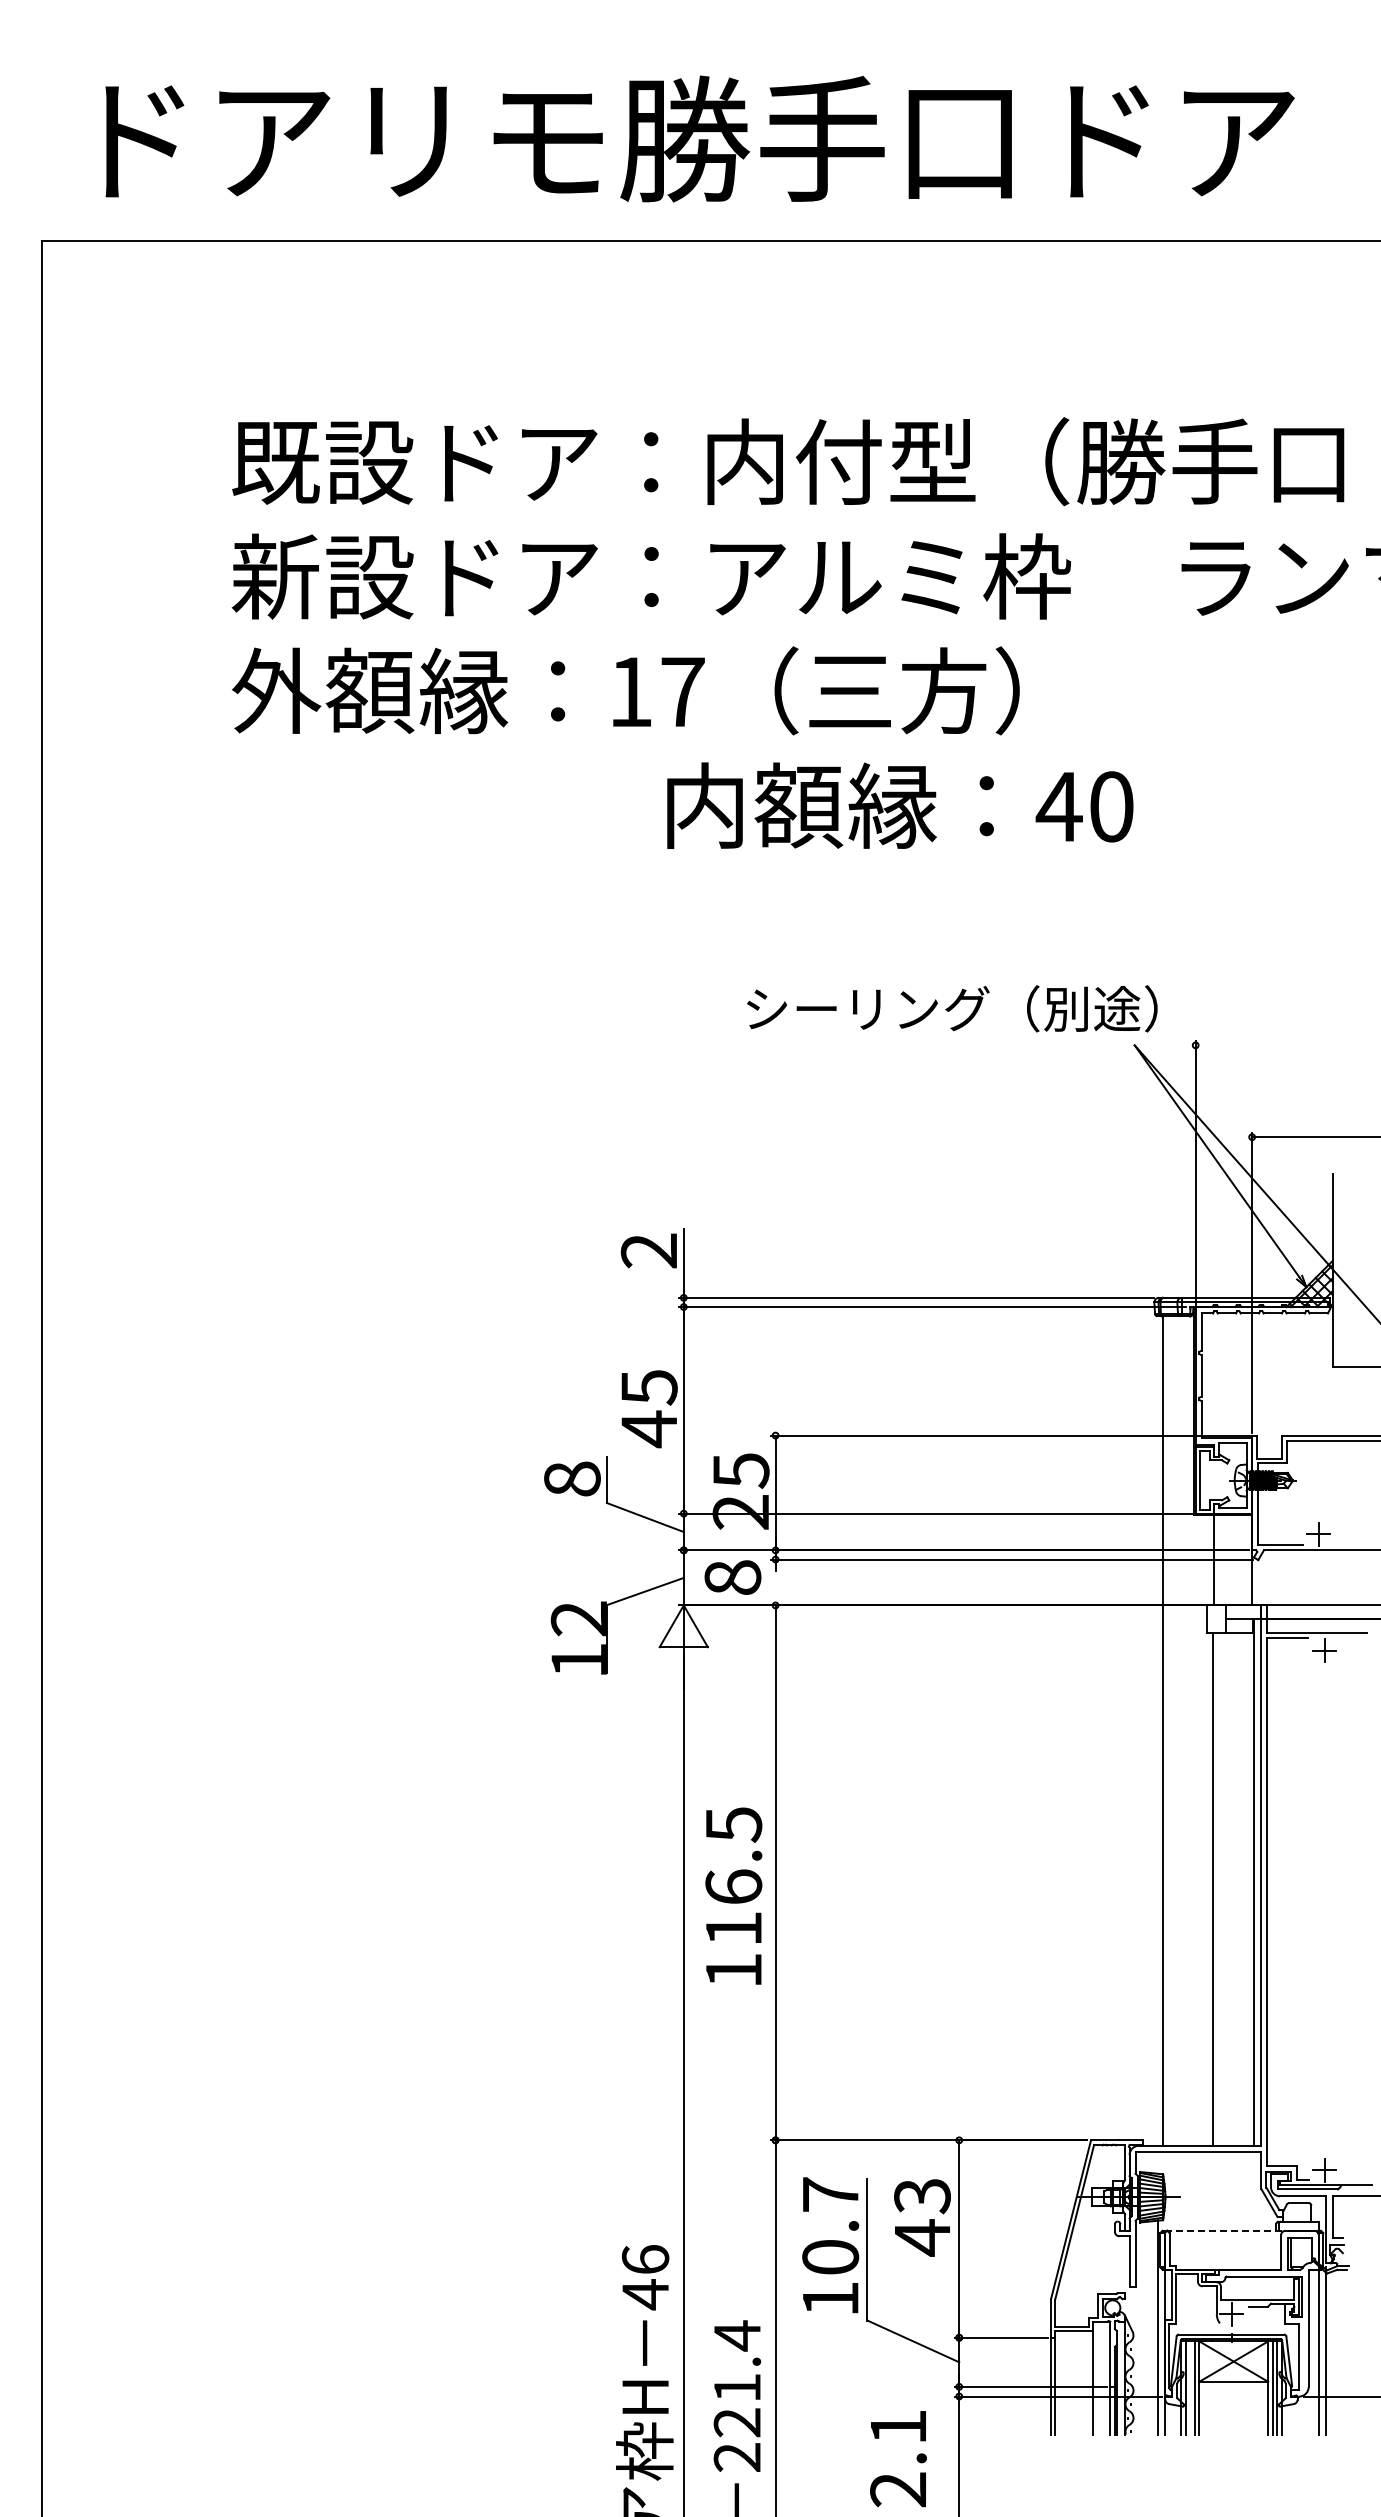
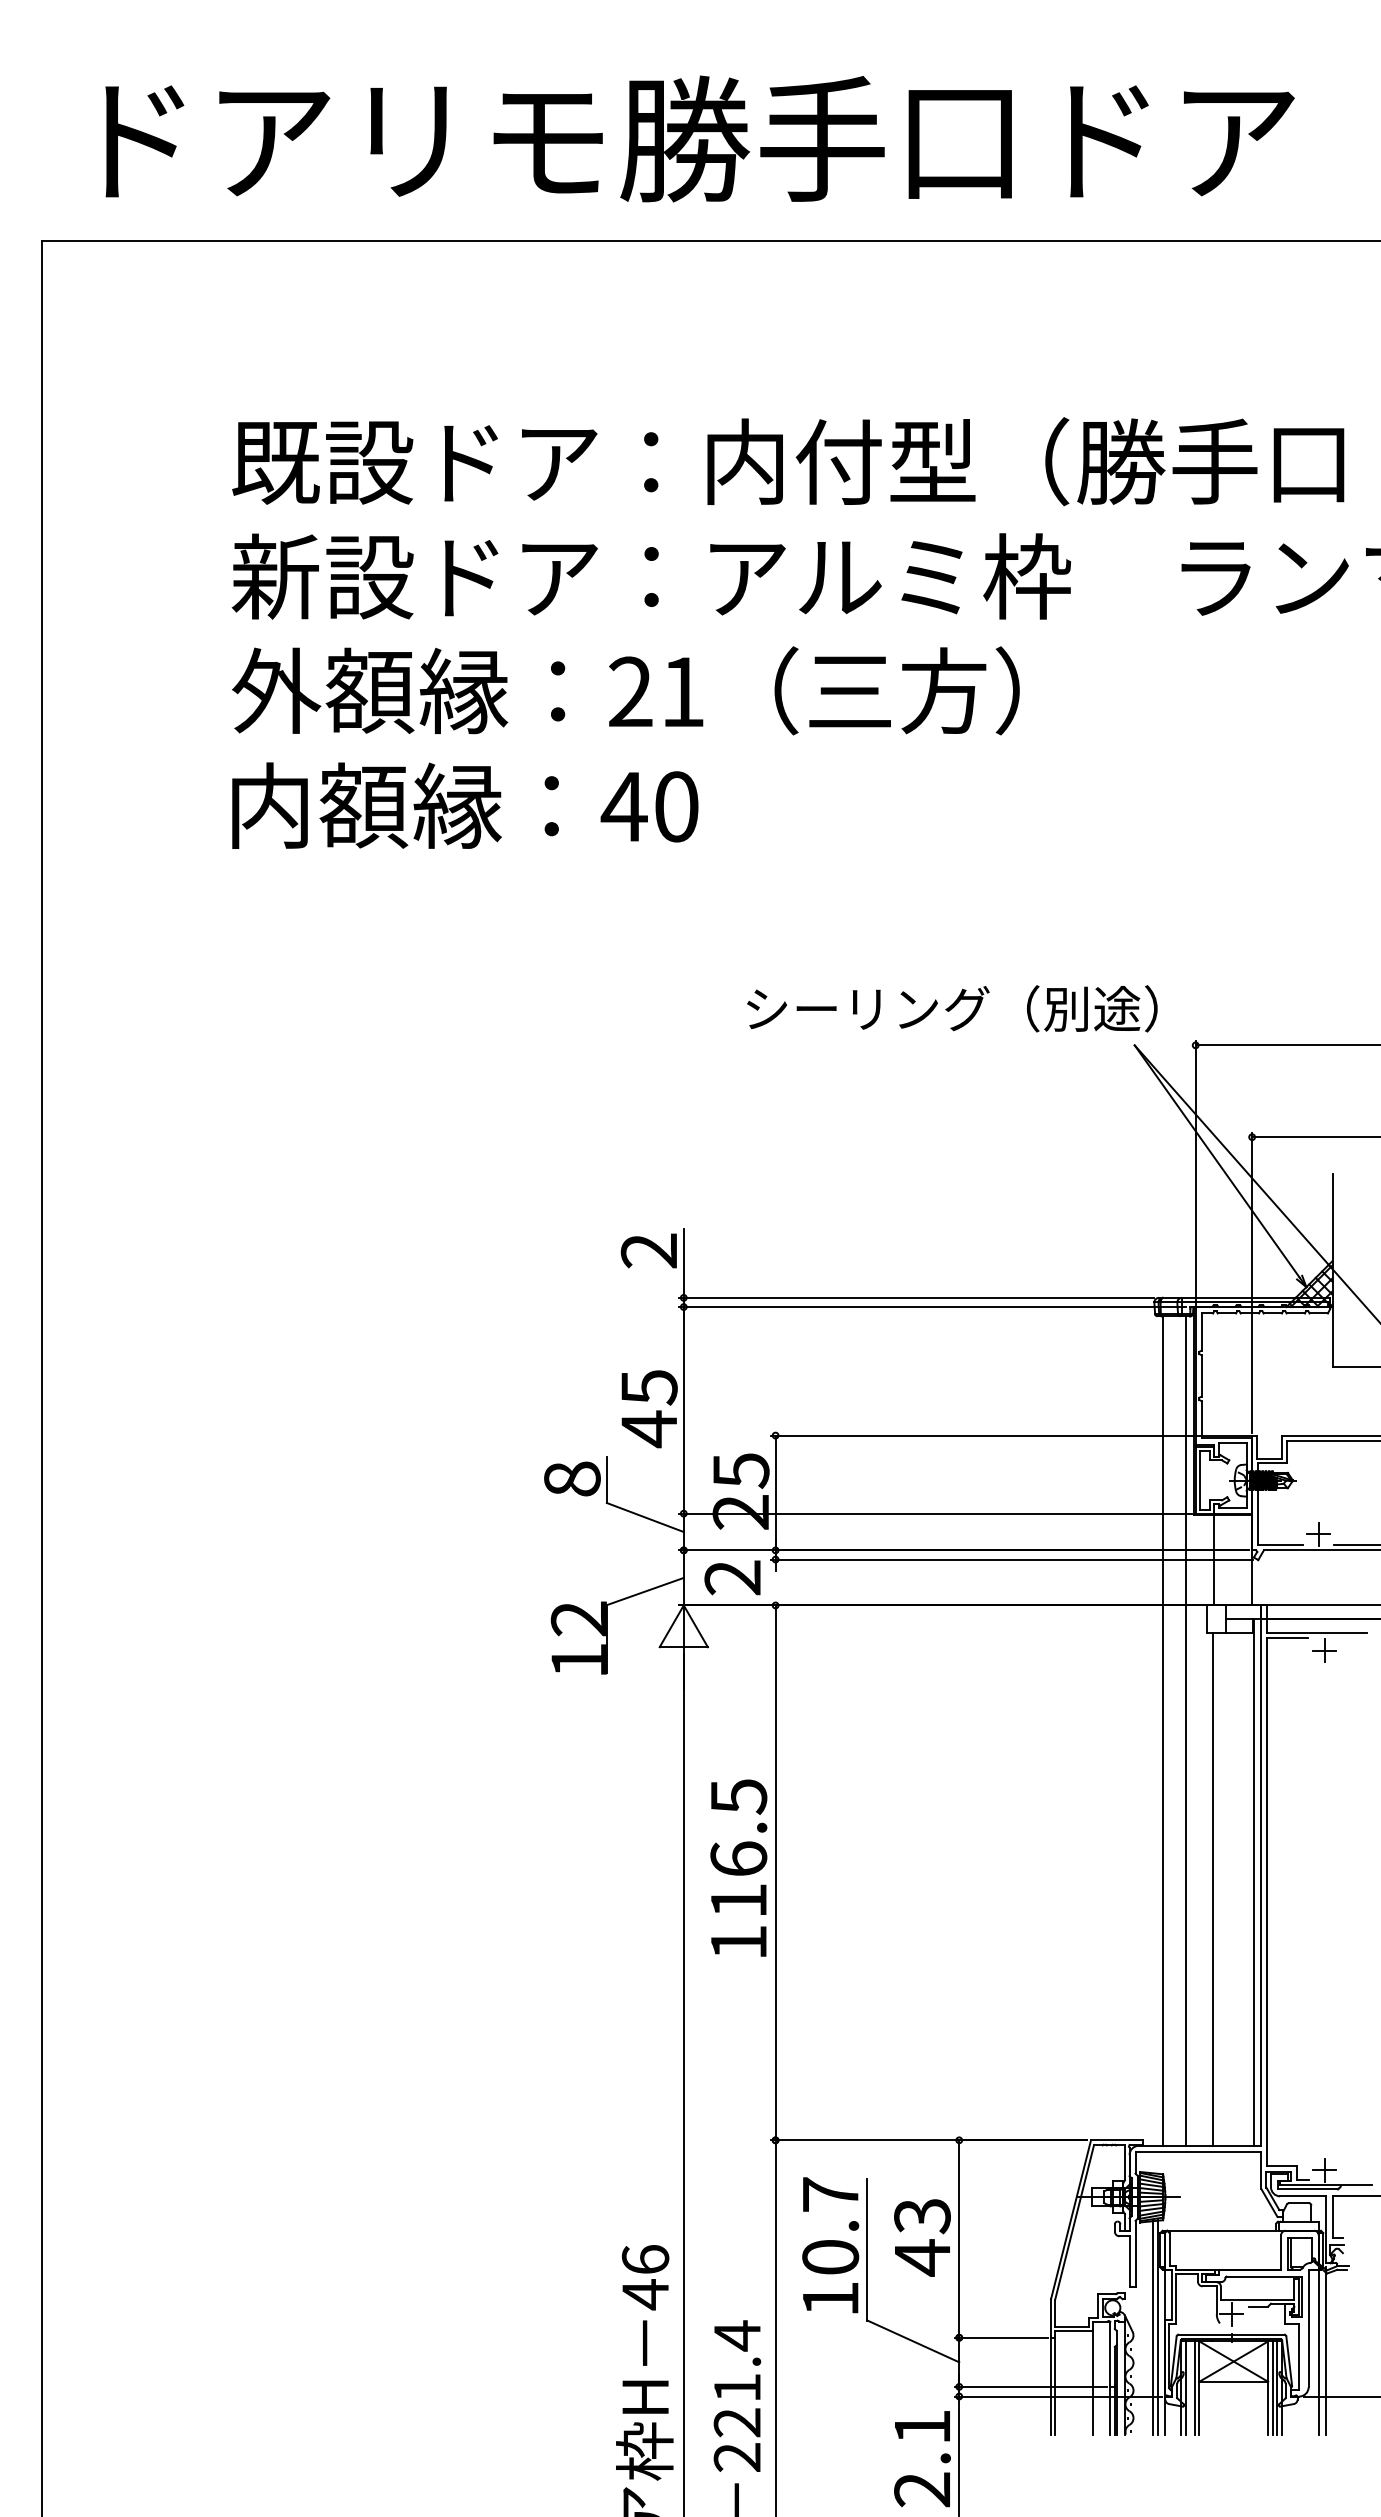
text at (656, 691): 17 -> 21
text at (900, 805) position: (900, 805) -> (465, 805)
line at (1286, 1045): none -> present
line at (1355, 1545): none -> present
text at (732, 1577): 8 -> 2
line at (1185, 1730): none -> present
text at (733, 1895) position: (733, 1895) -> (738, 1867)
text at (922, 2217) position: (922, 2217) -> (922, 2237)
line at (1228, 2230): dashed -> solid
line at (1152, 2327): none -> present
text at (898, 2459) position: (898, 2459) -> (922, 2459)
